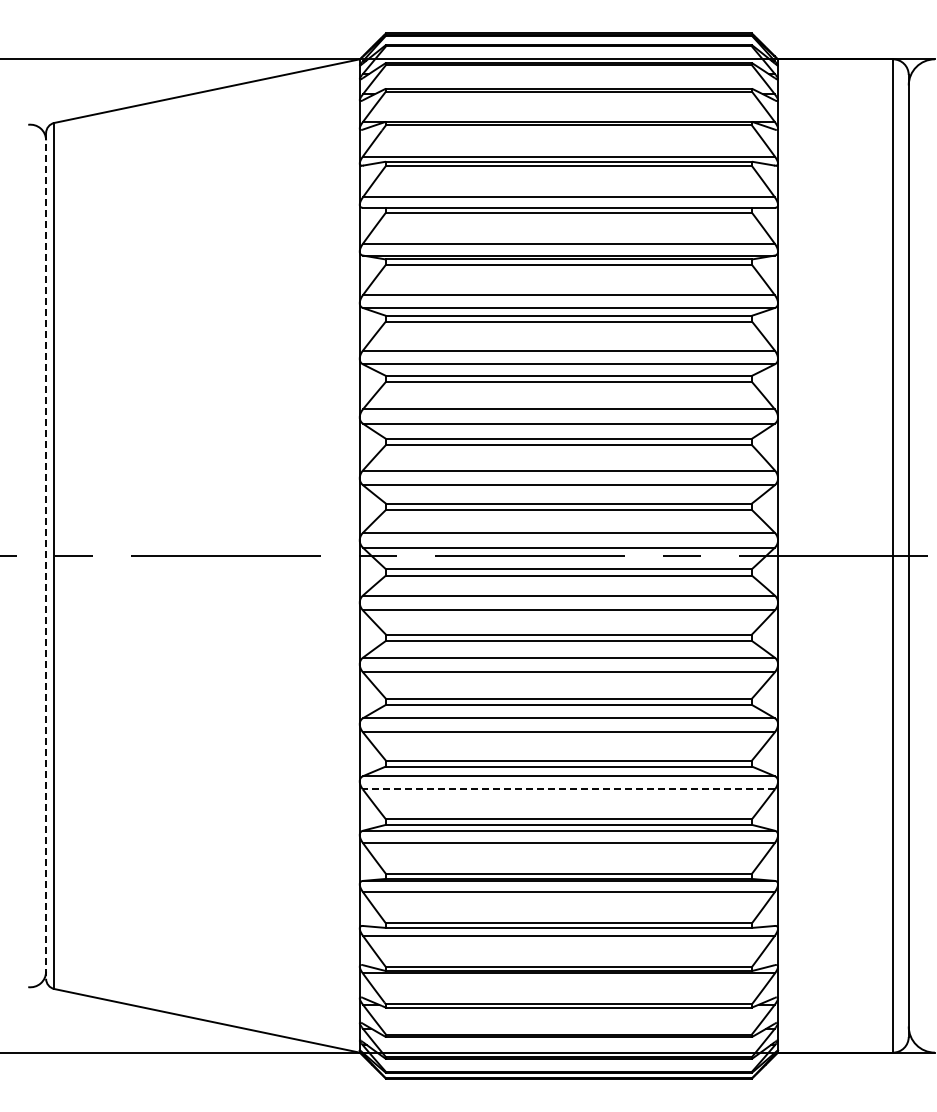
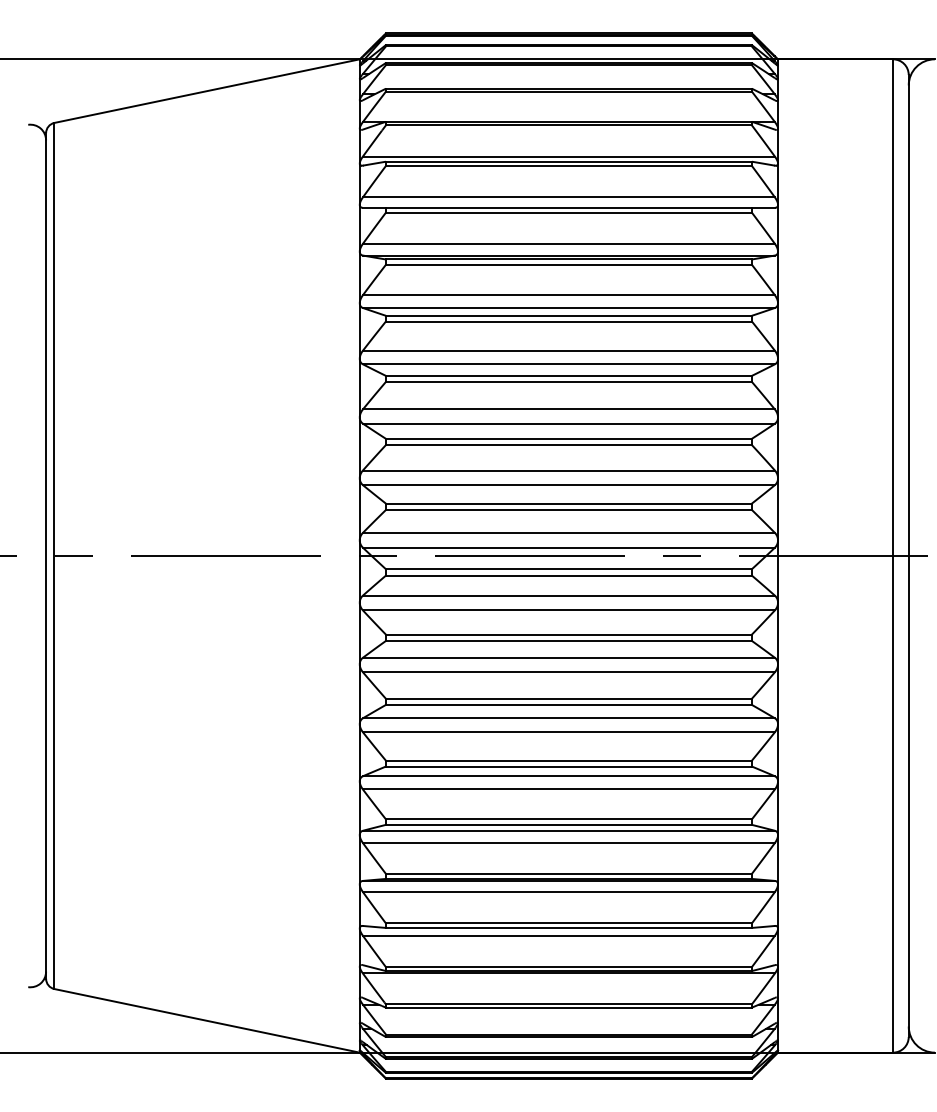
line at (46, 555): dashed -> solid
line at (568, 789): dashed -> solid
